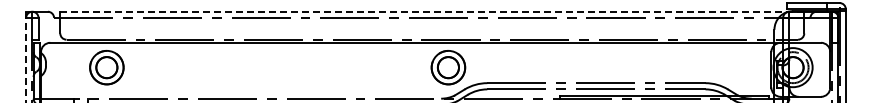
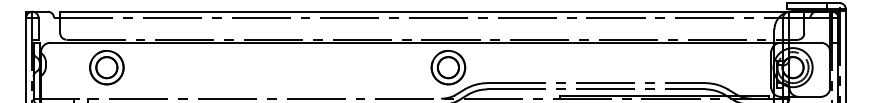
line at (432, 11): dashed -> solid
line at (26, 57): dashed -> solid
